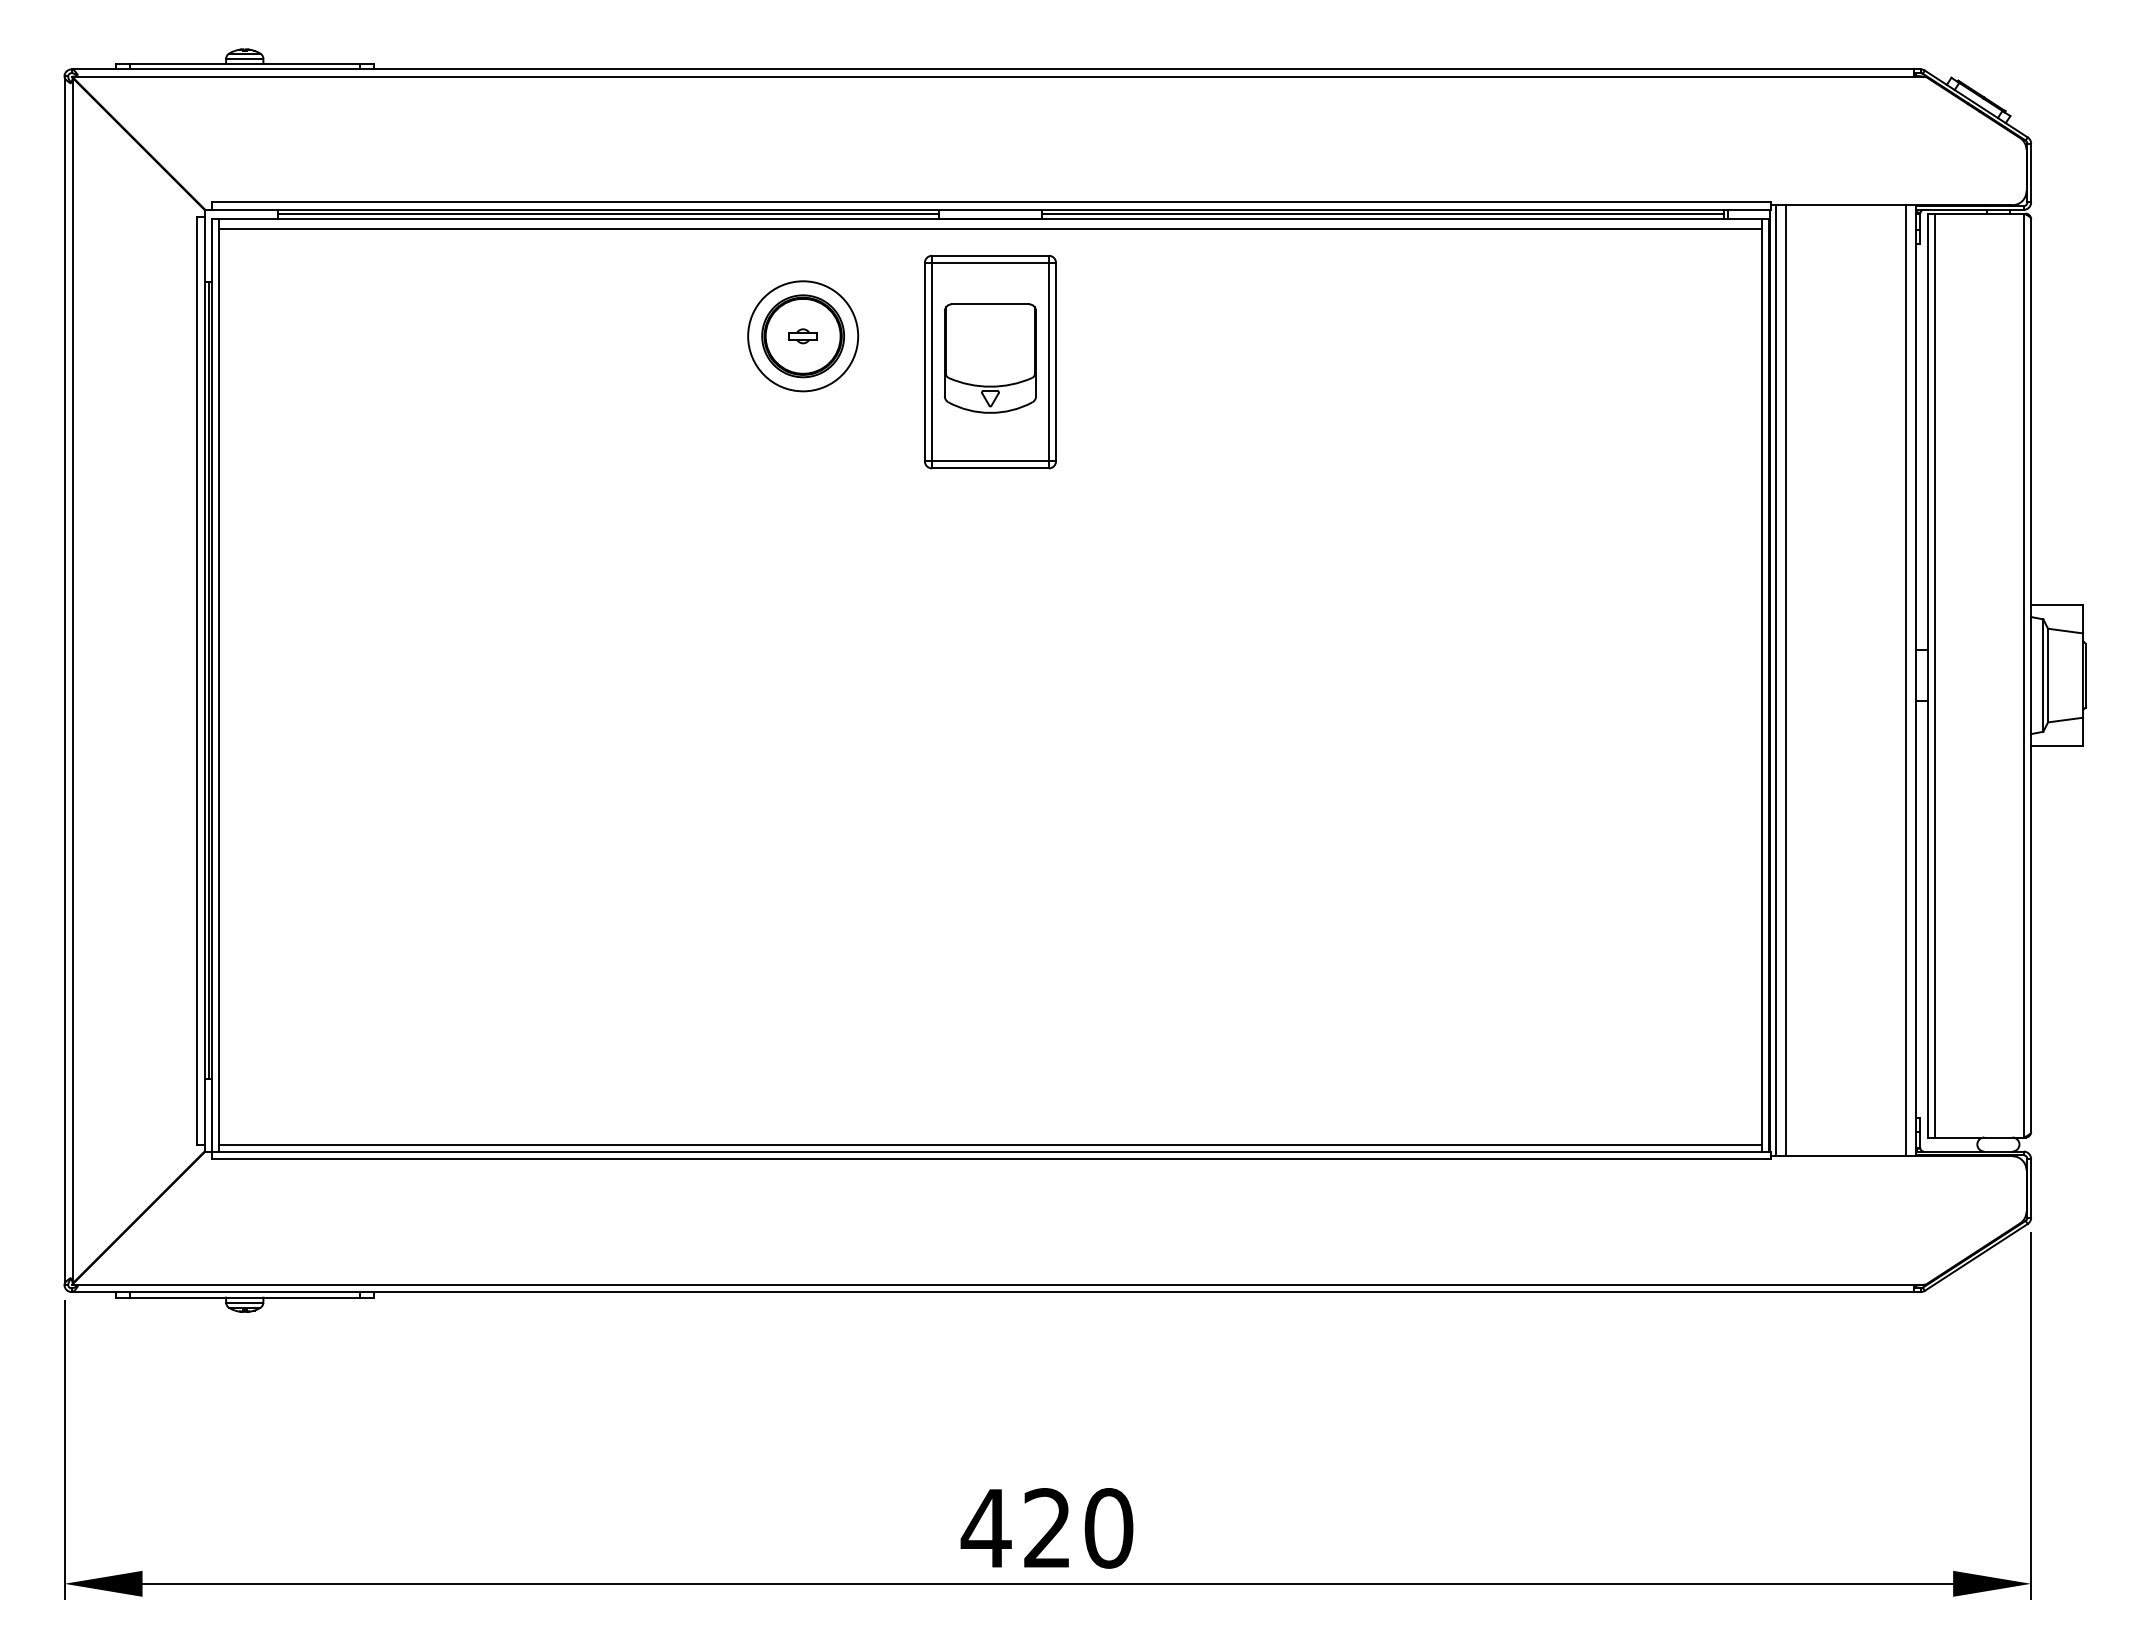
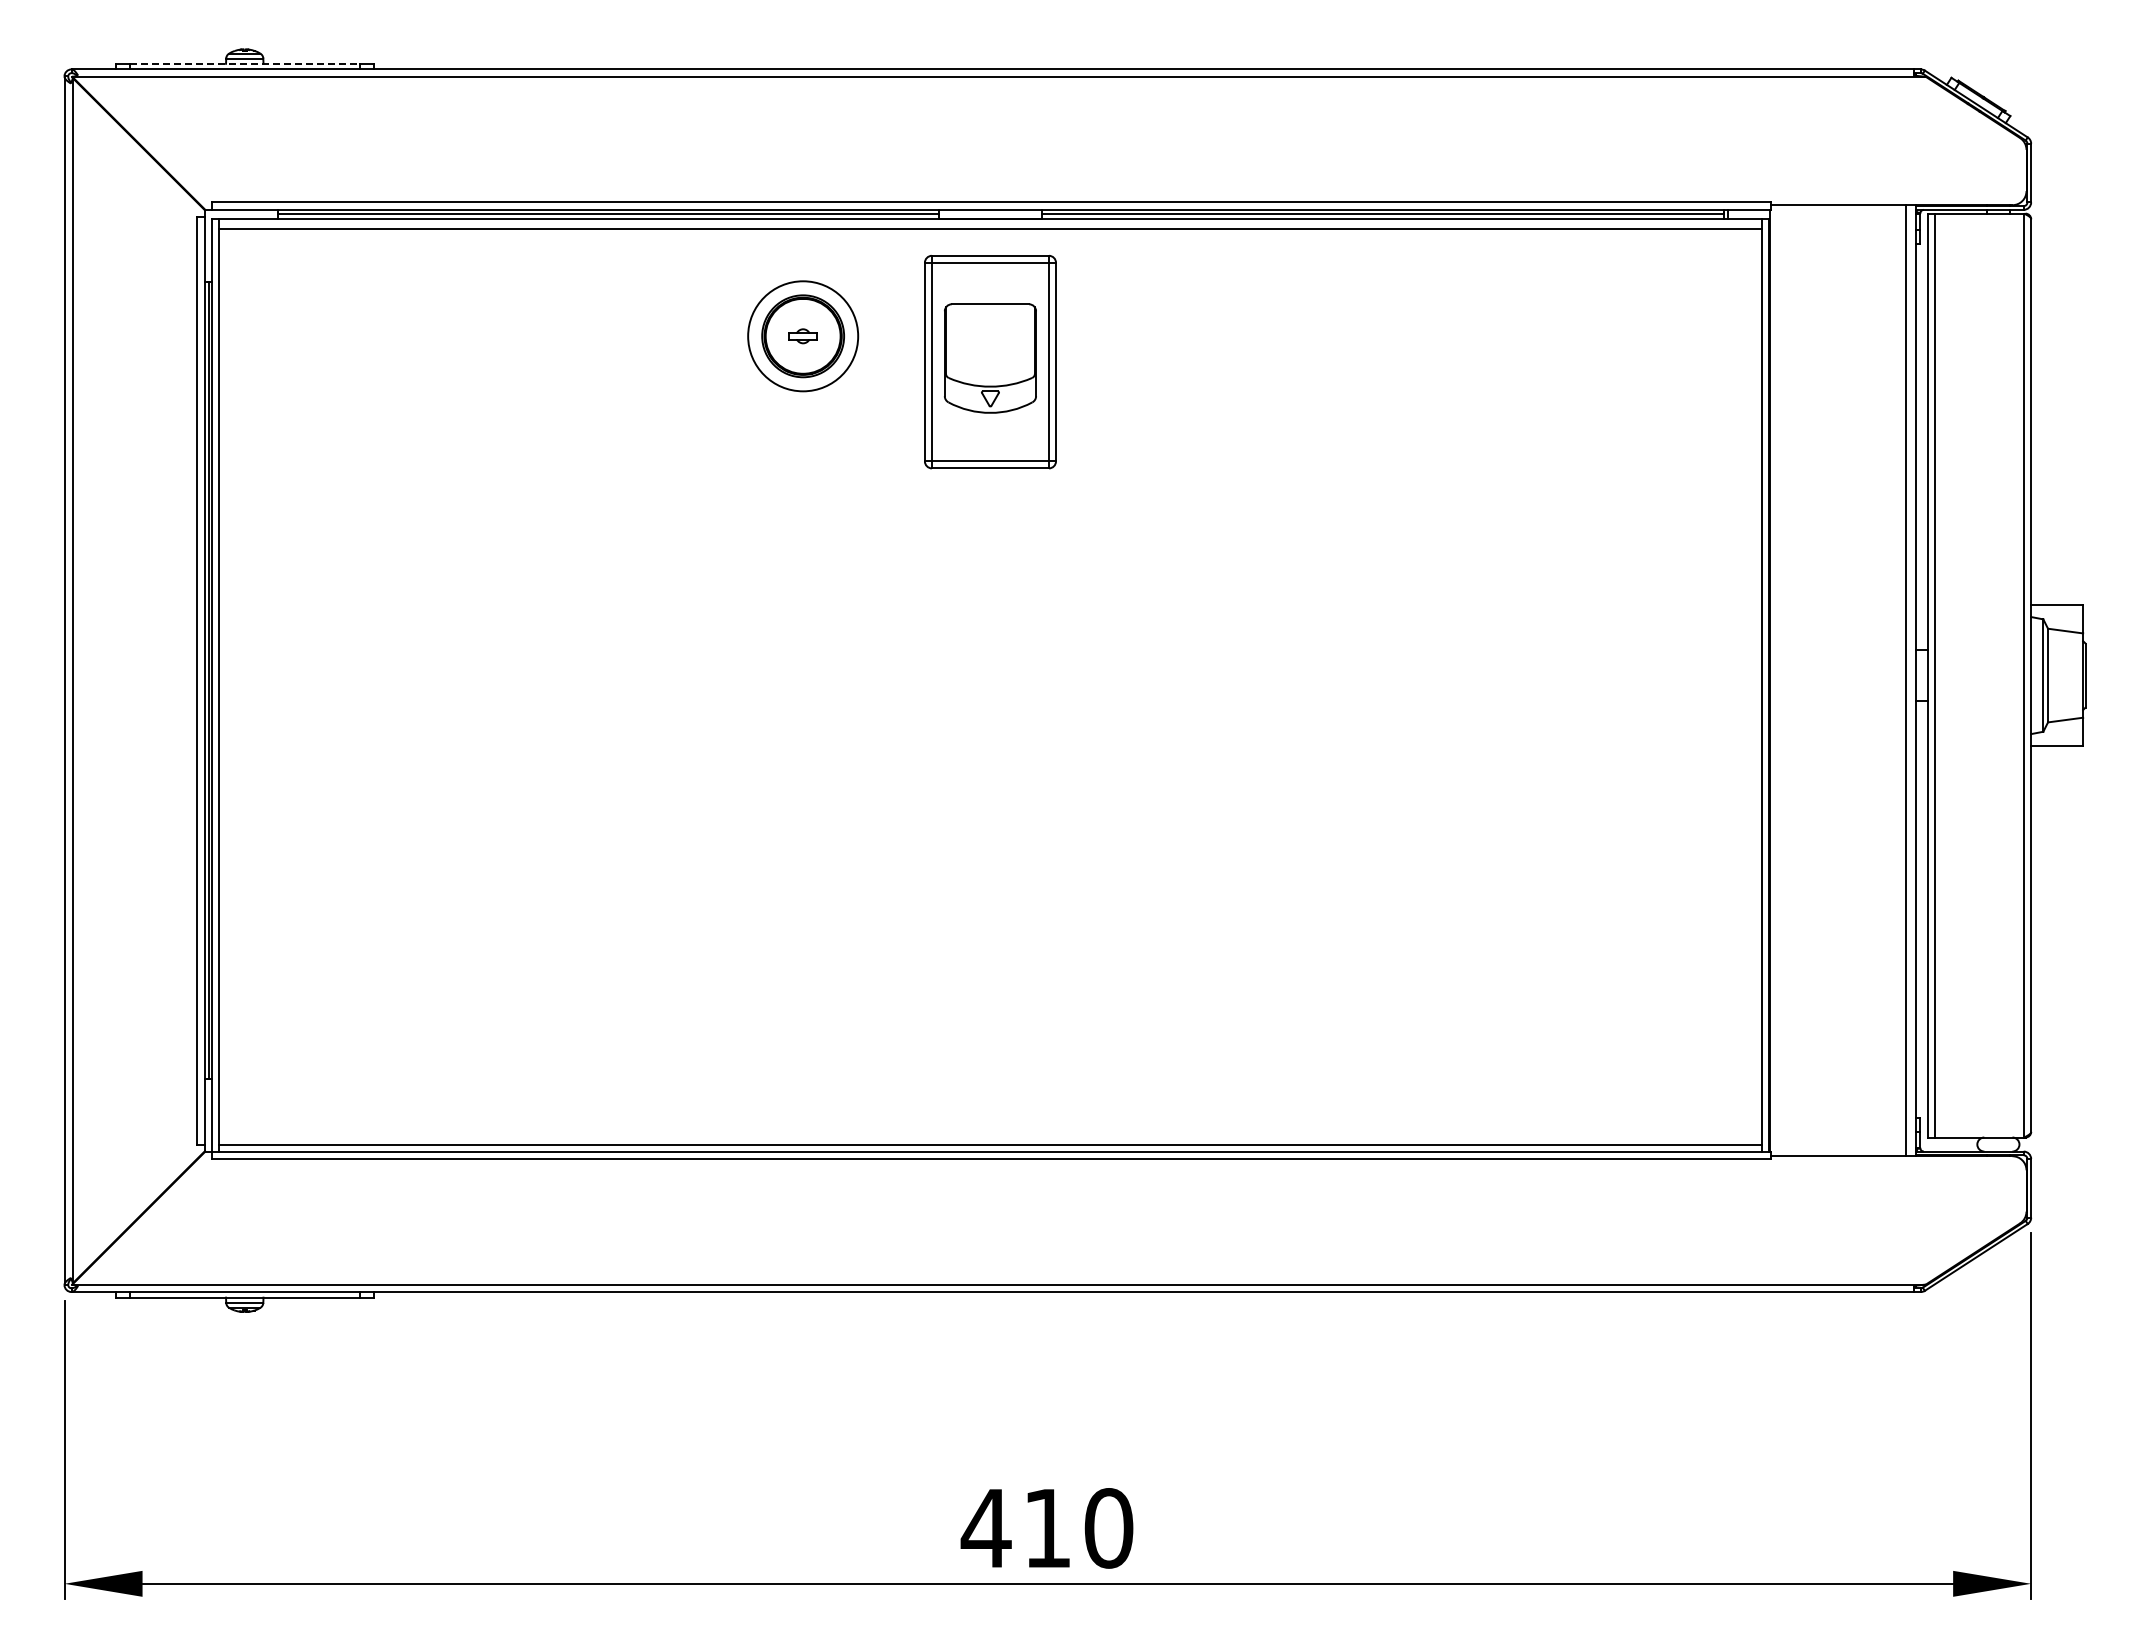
line at (244, 63): solid -> dashed
line at (1775, 680): present -> none
line at (1786, 680): present -> none
text at (1046, 1527): 420 -> 410
